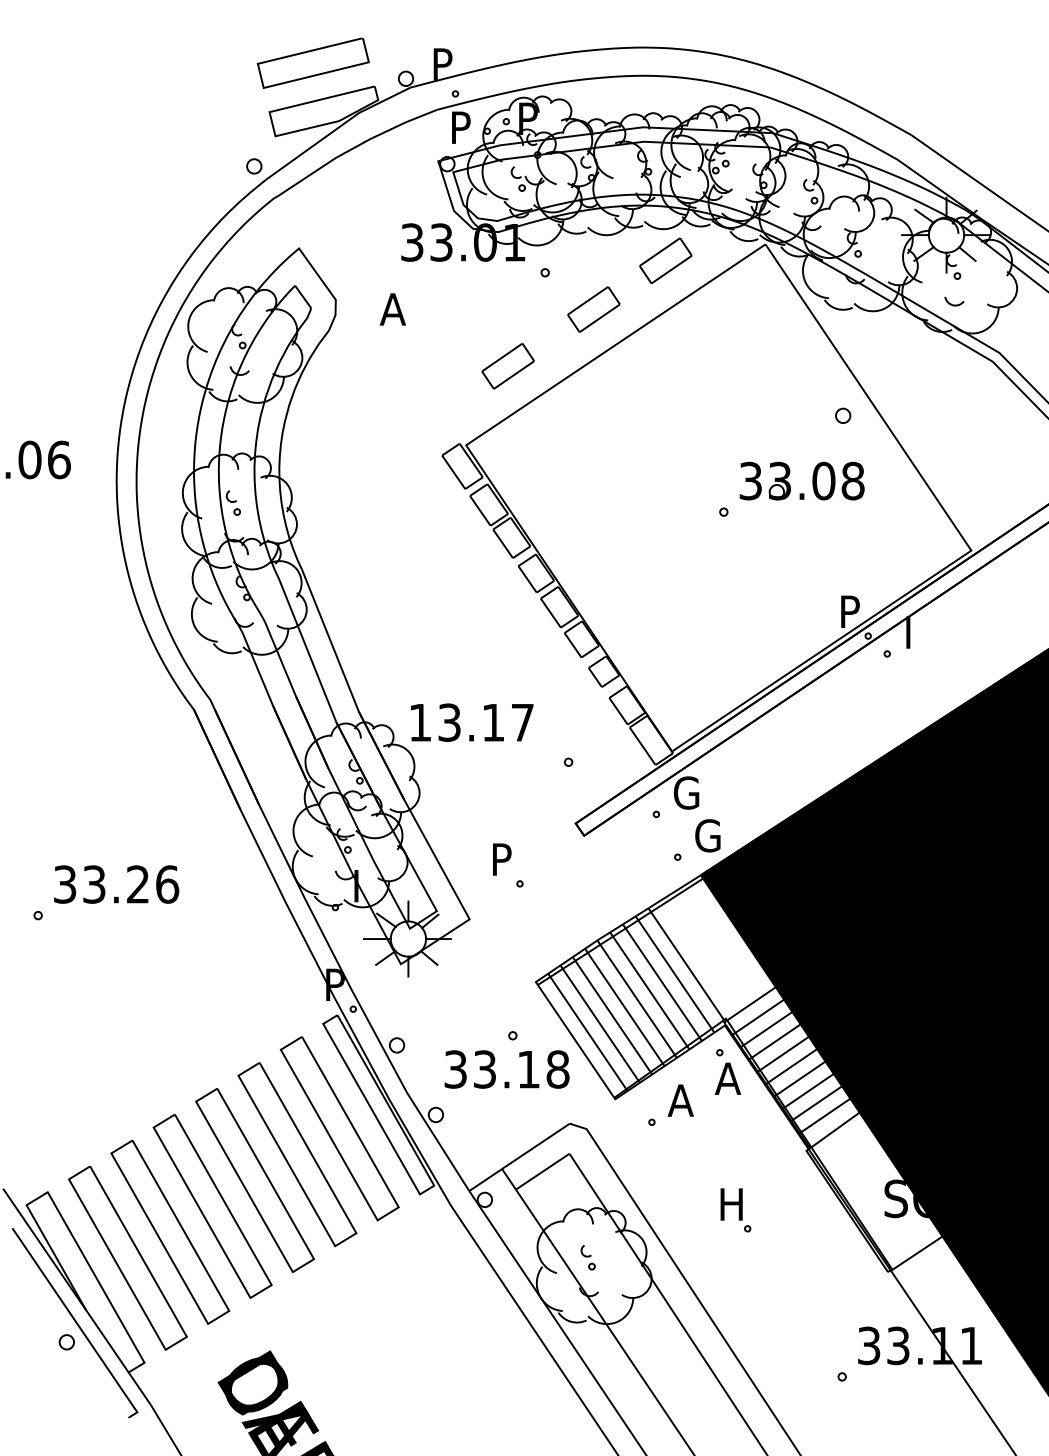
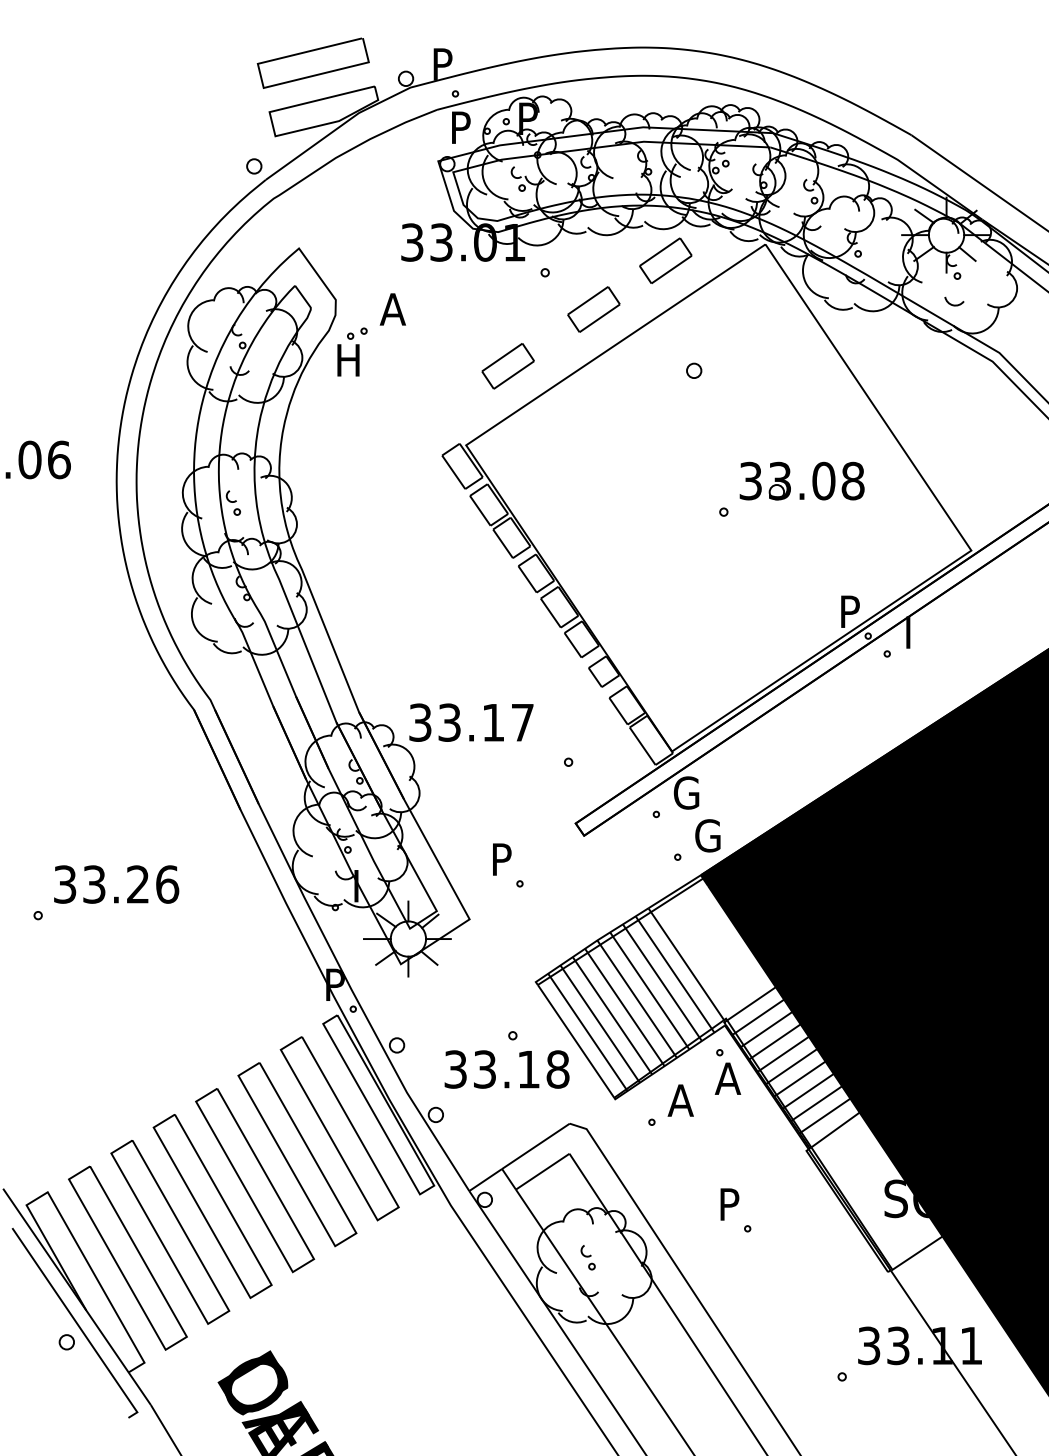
part at (352, 351): none -> present
part at (843, 415) position: (843, 415) -> (694, 370)
text at (420, 722): 13.17 -> 33.17
text at (733, 1204): H -> P
